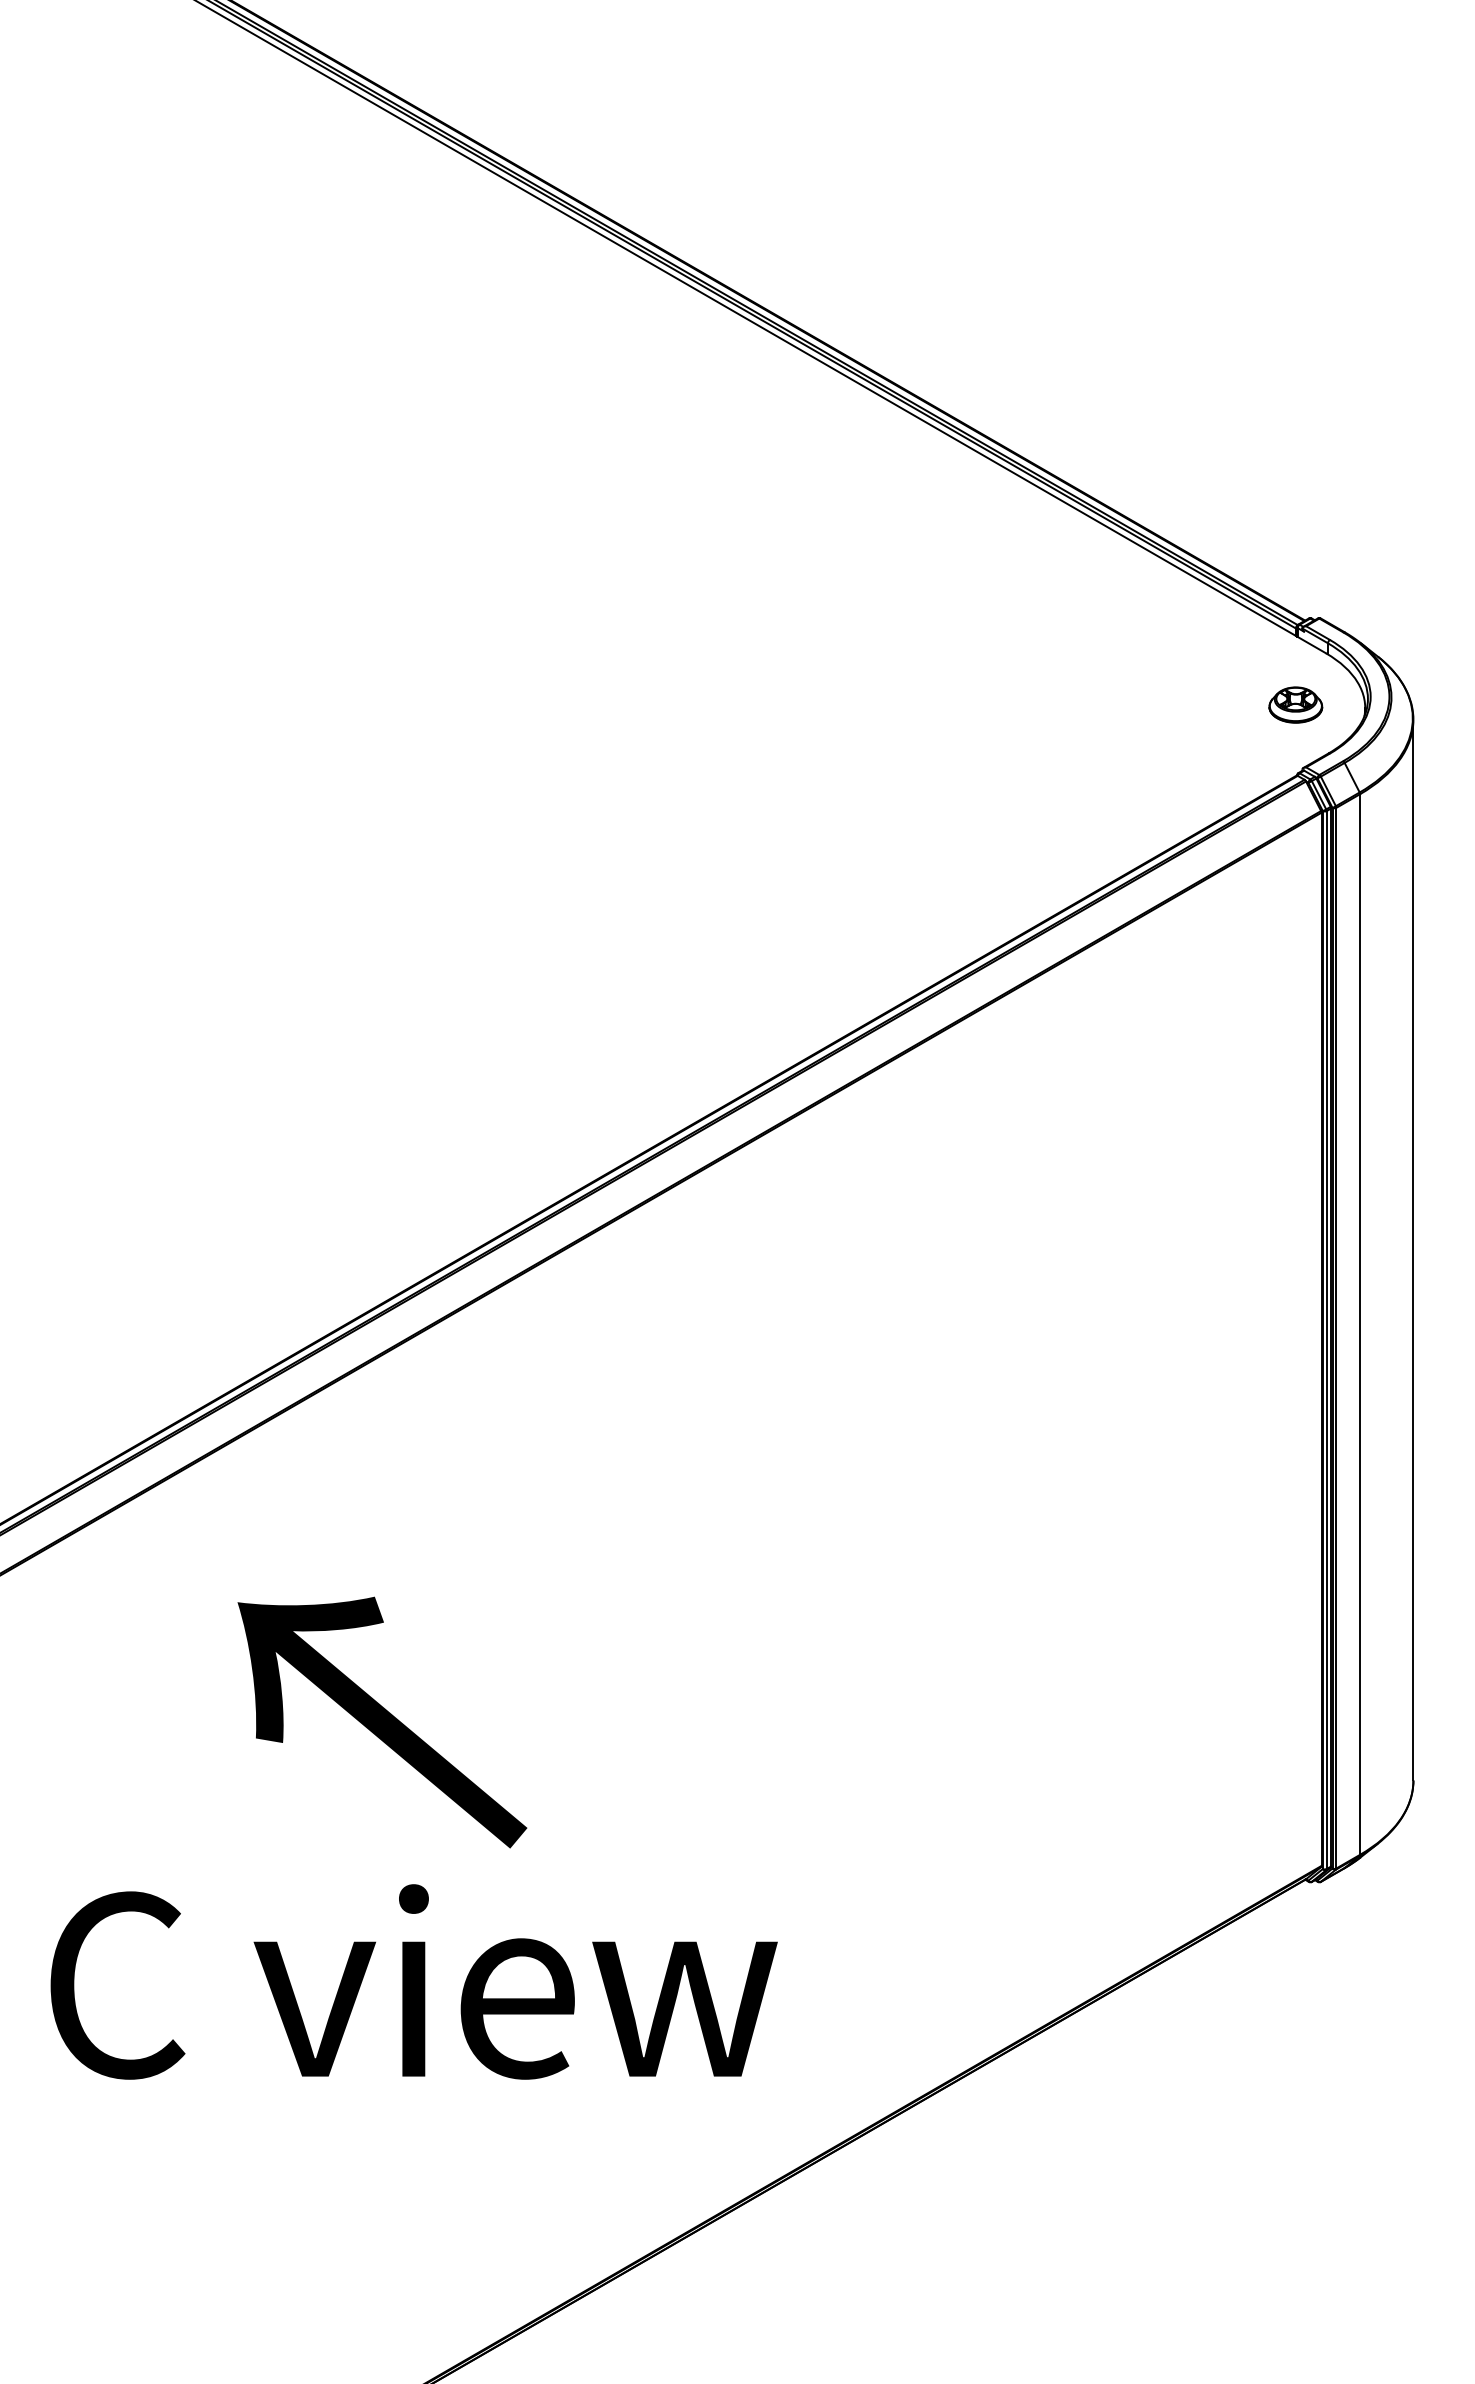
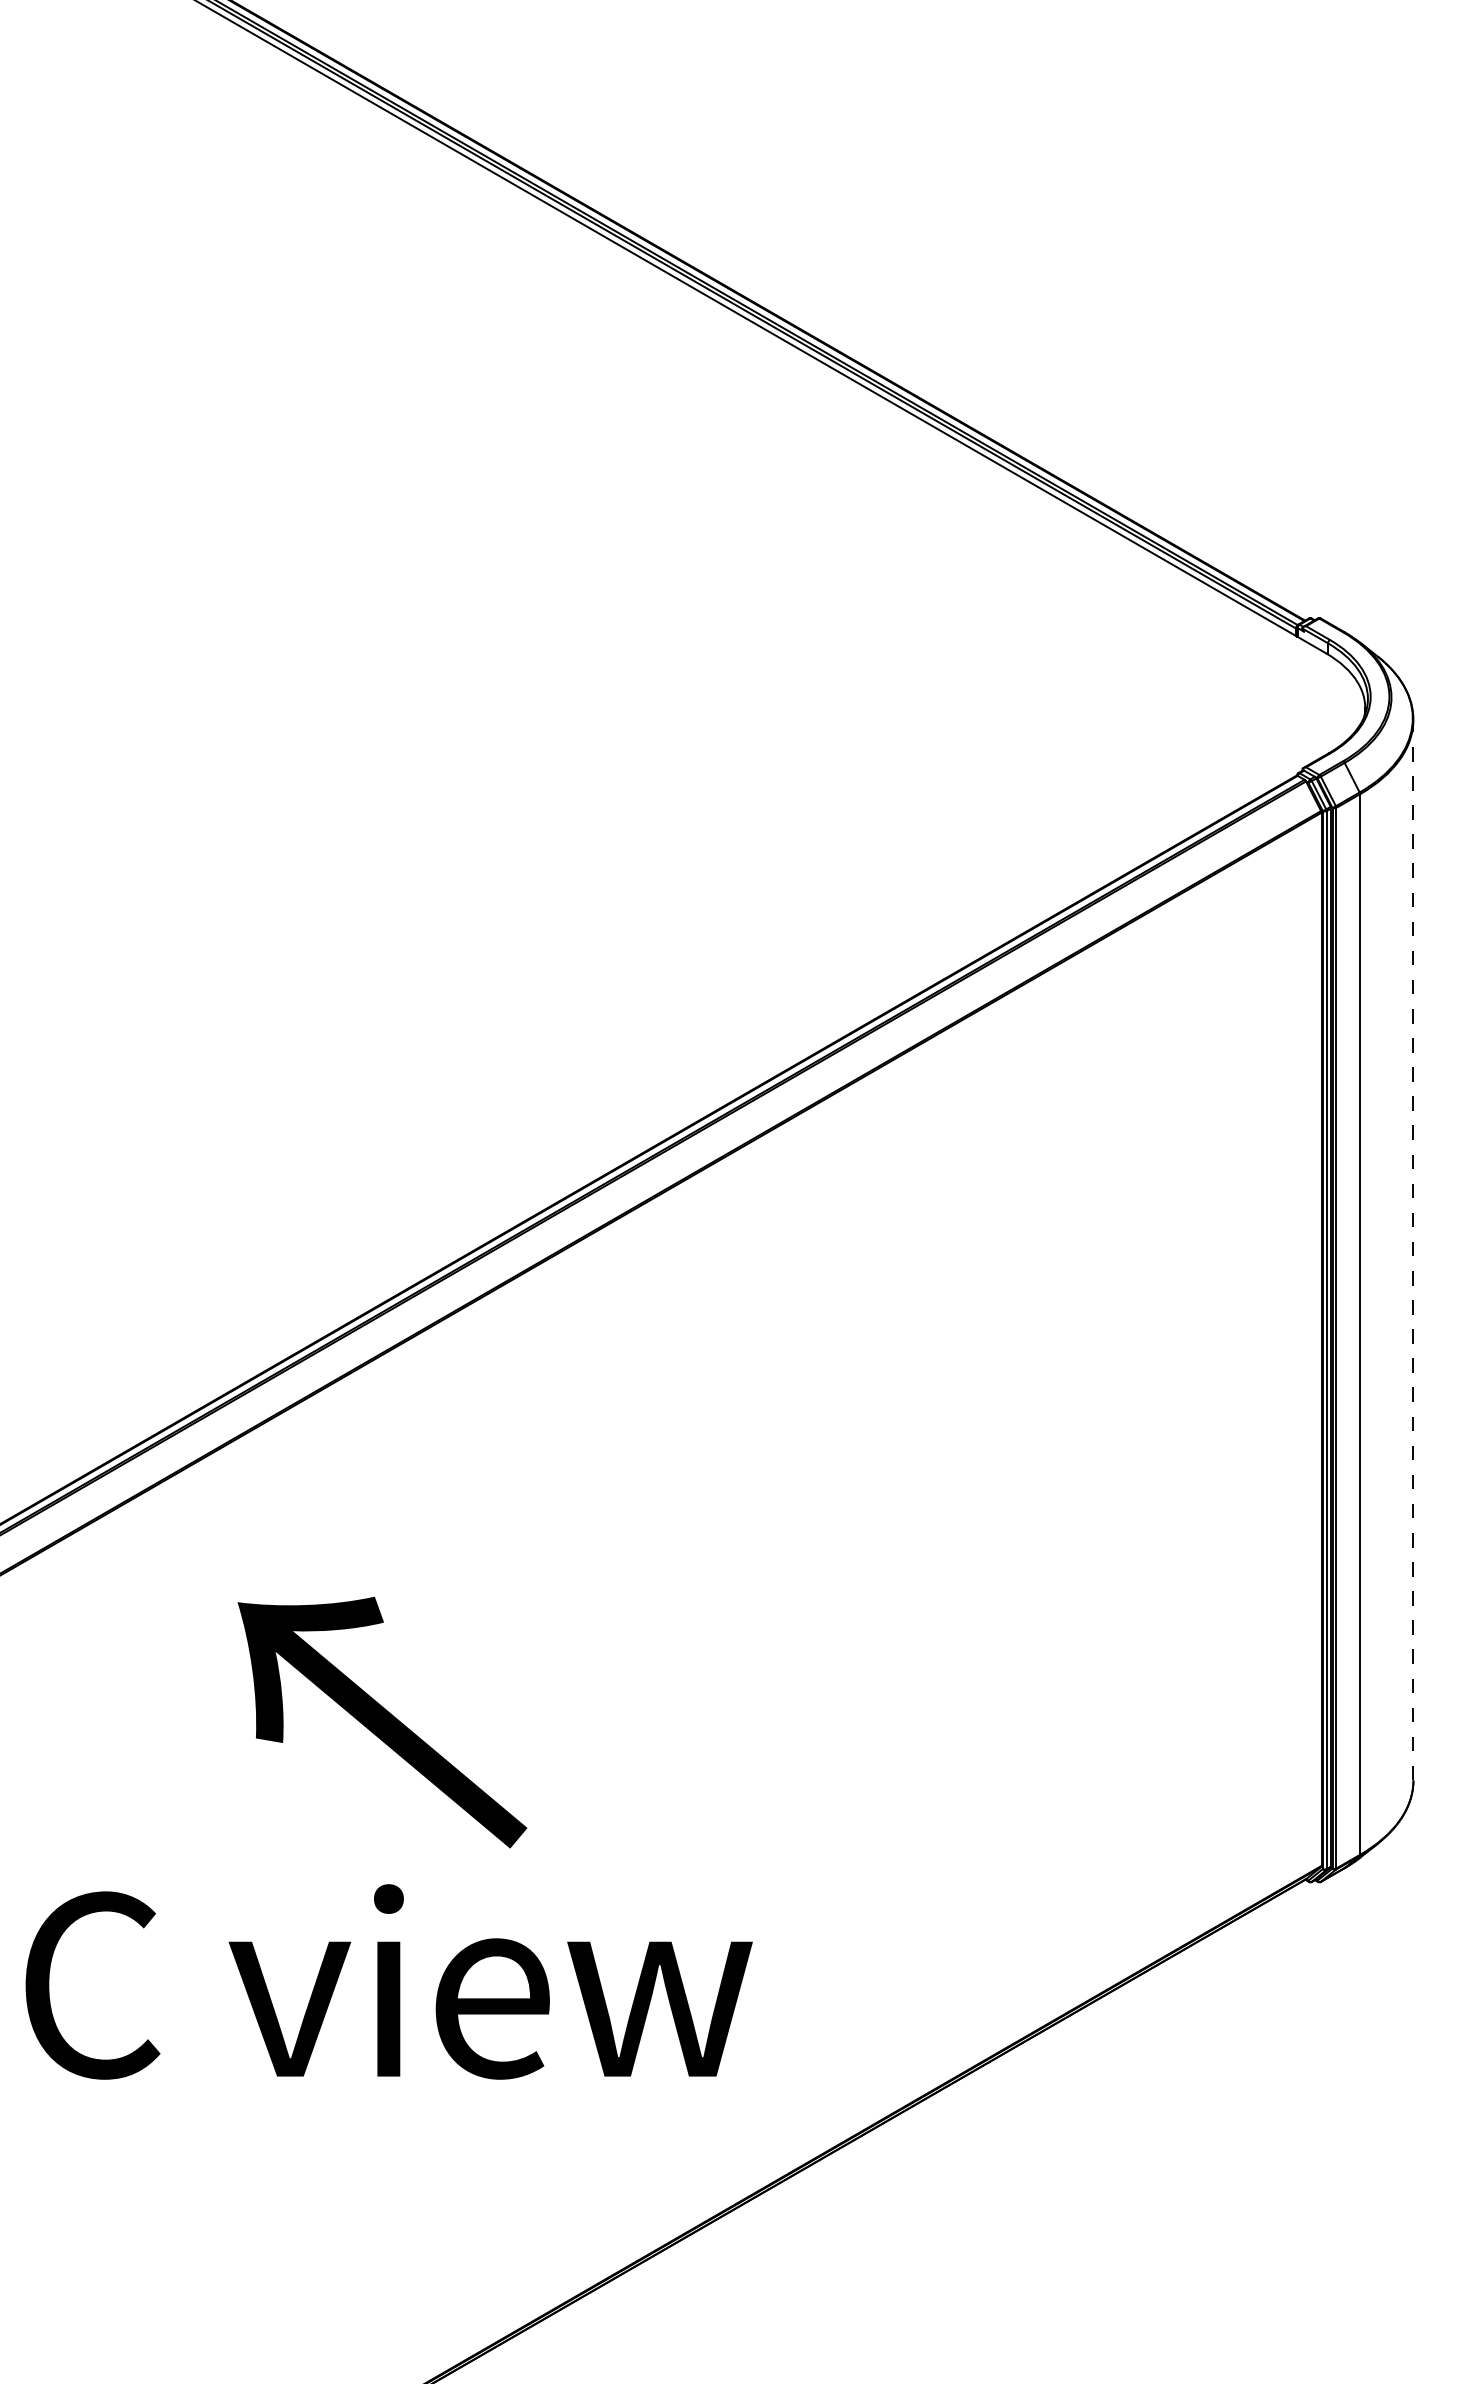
part at (1295, 704): present -> none
line at (1413, 1249): solid -> dashed
text at (413, 1981) position: (413, 1981) -> (388, 1981)
